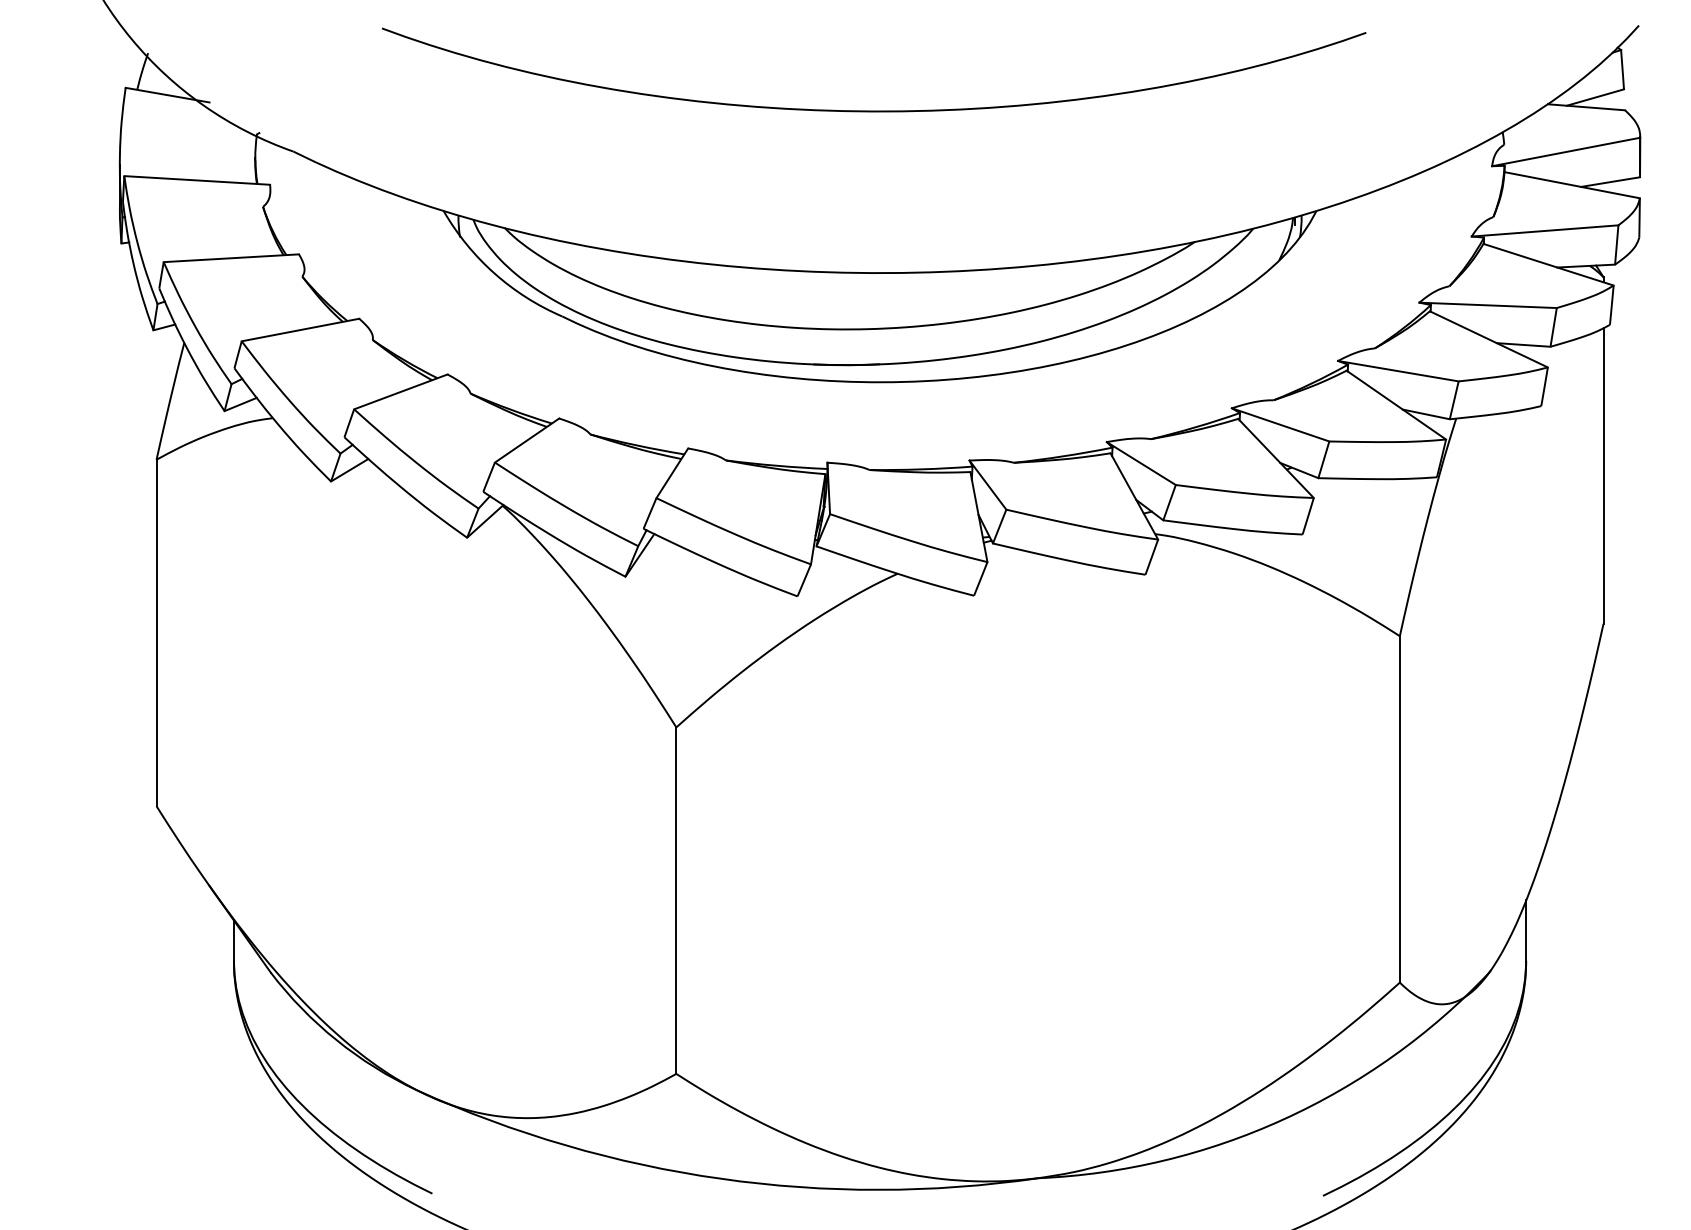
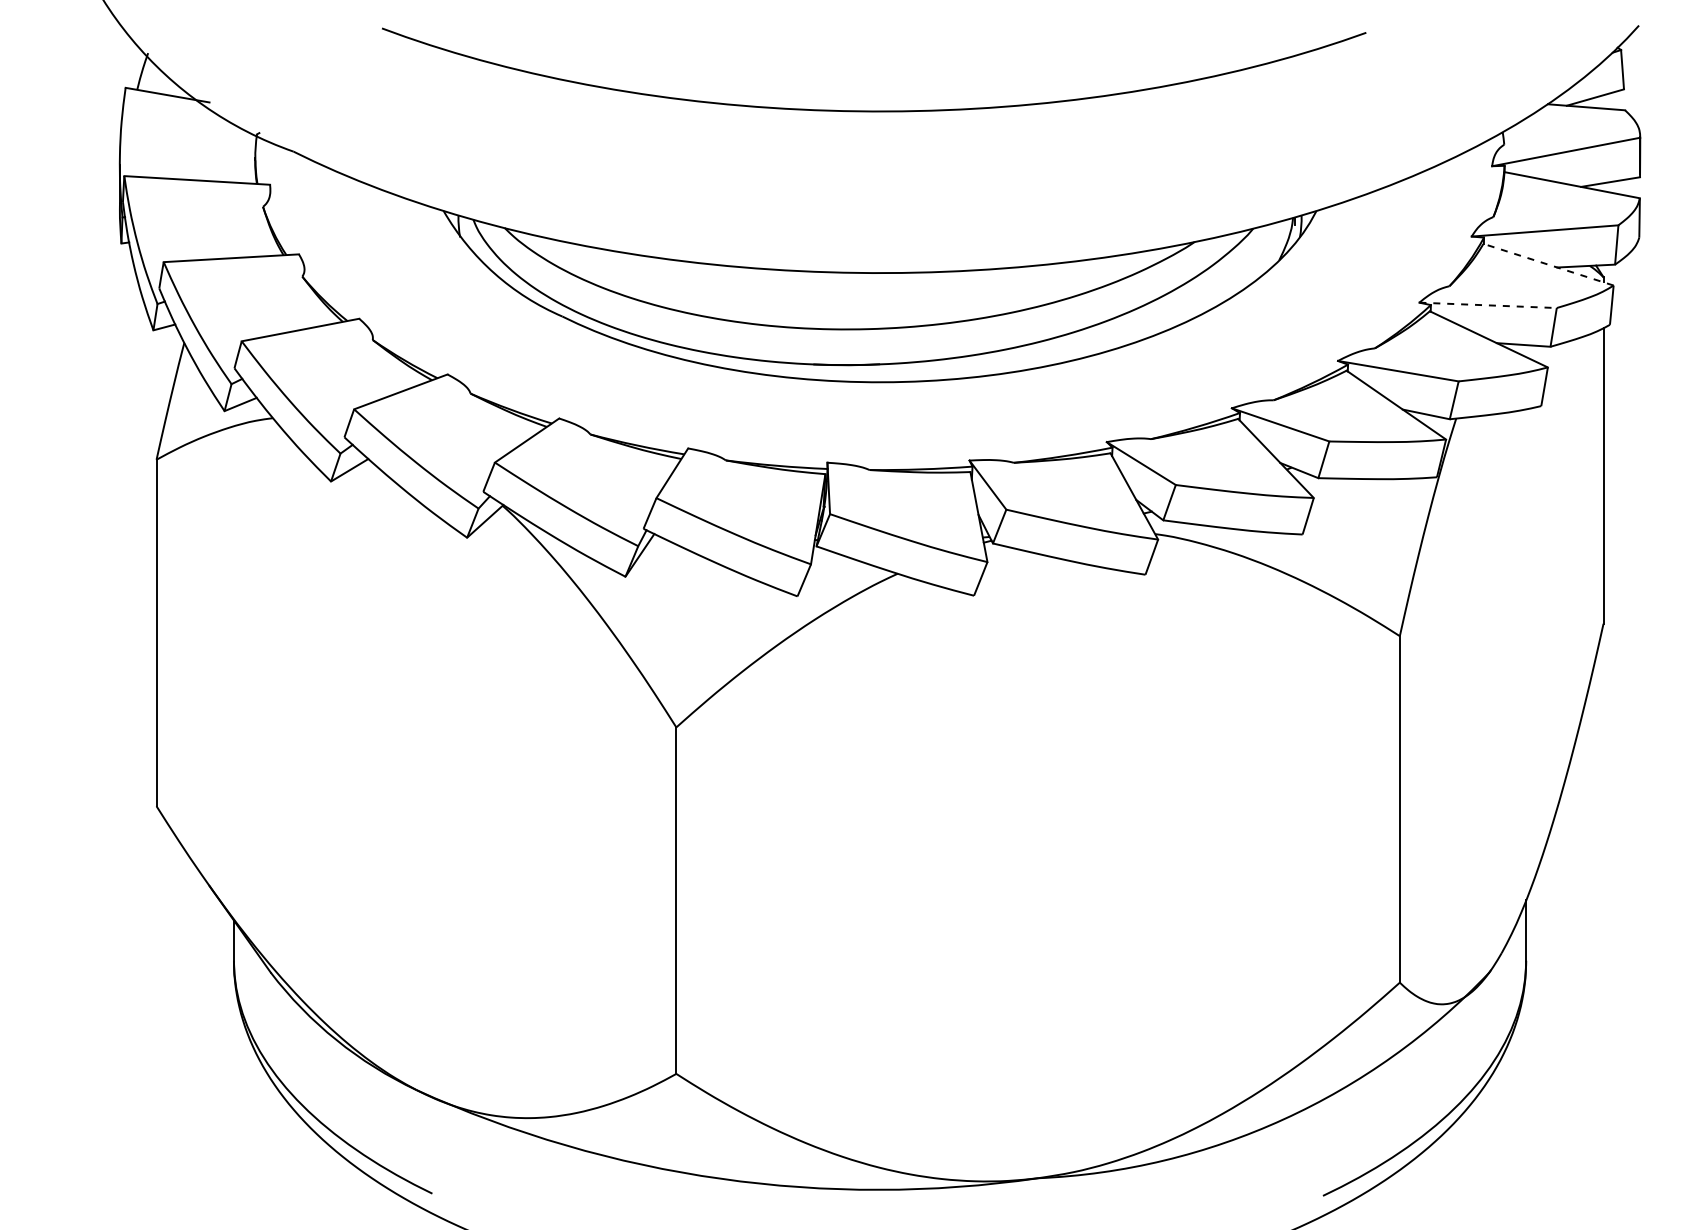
line at (1548, 264): solid -> dashed
line at (1488, 305): solid -> dashed
